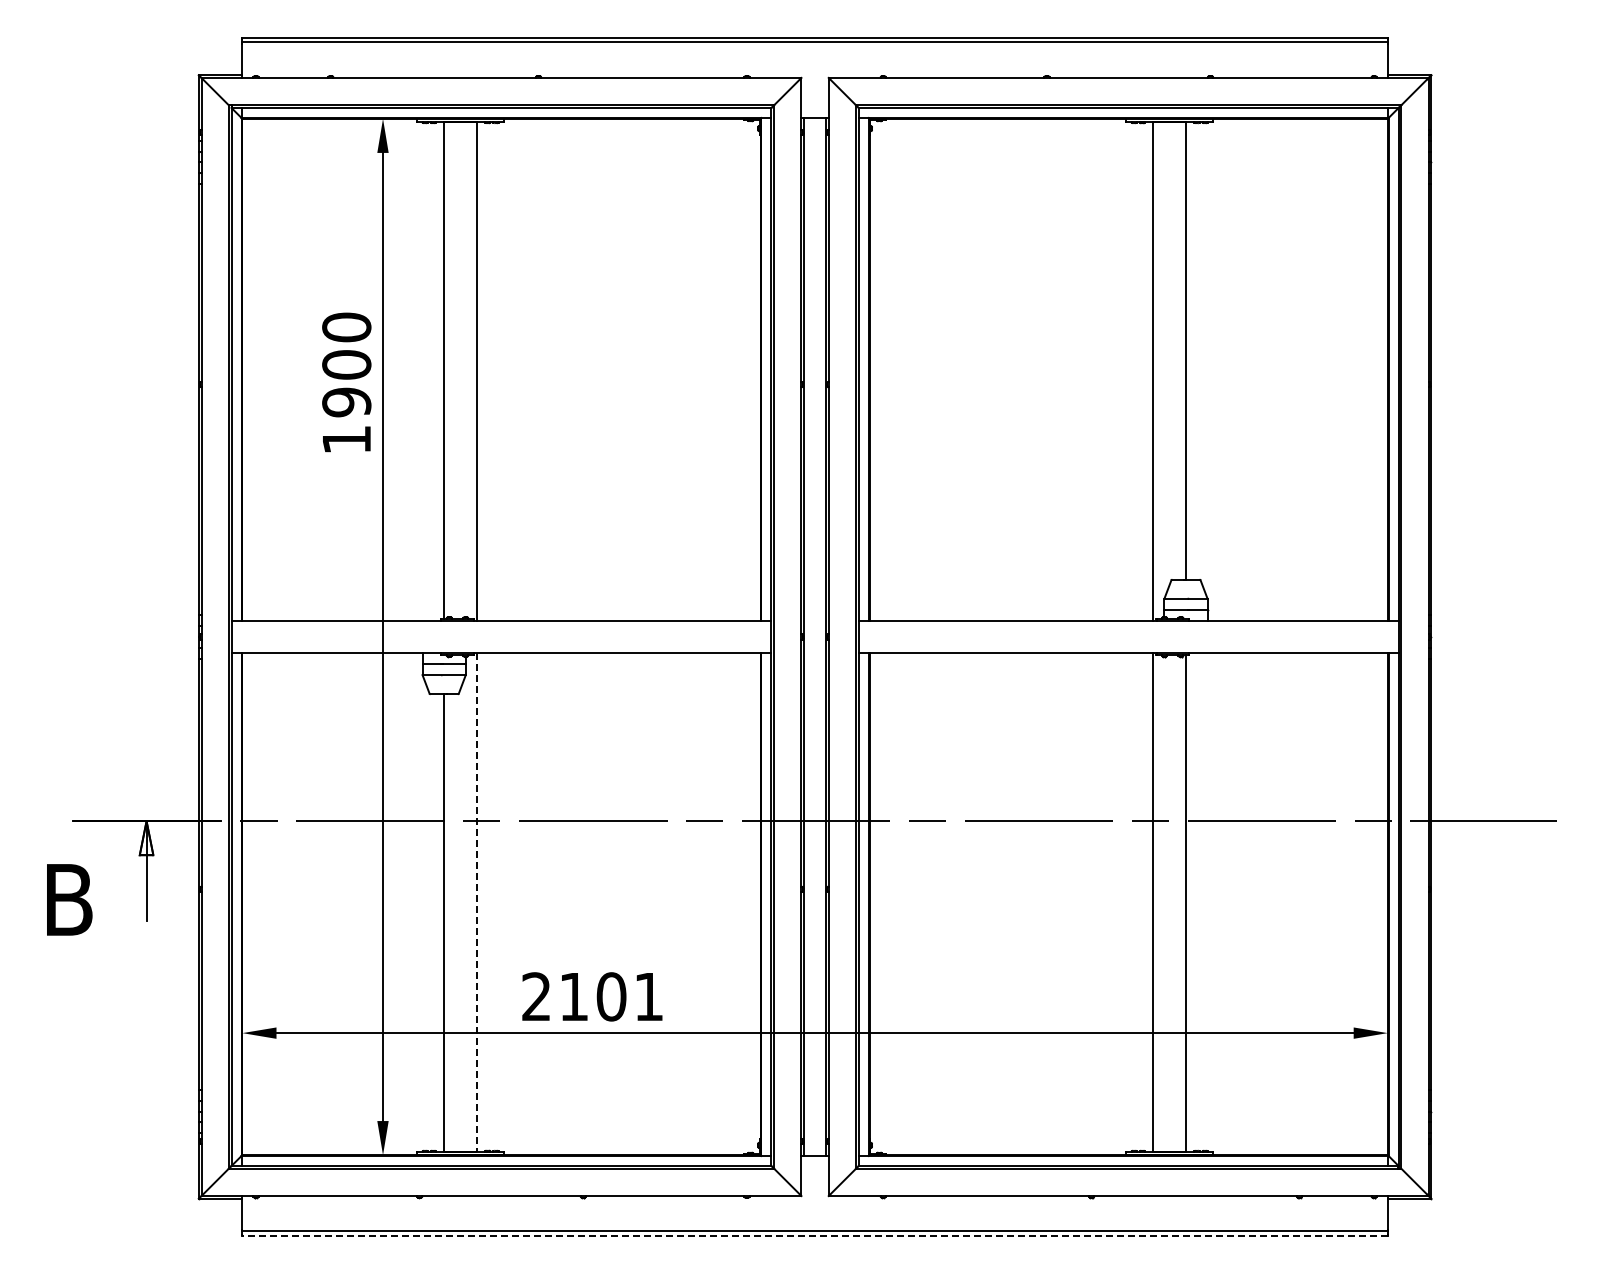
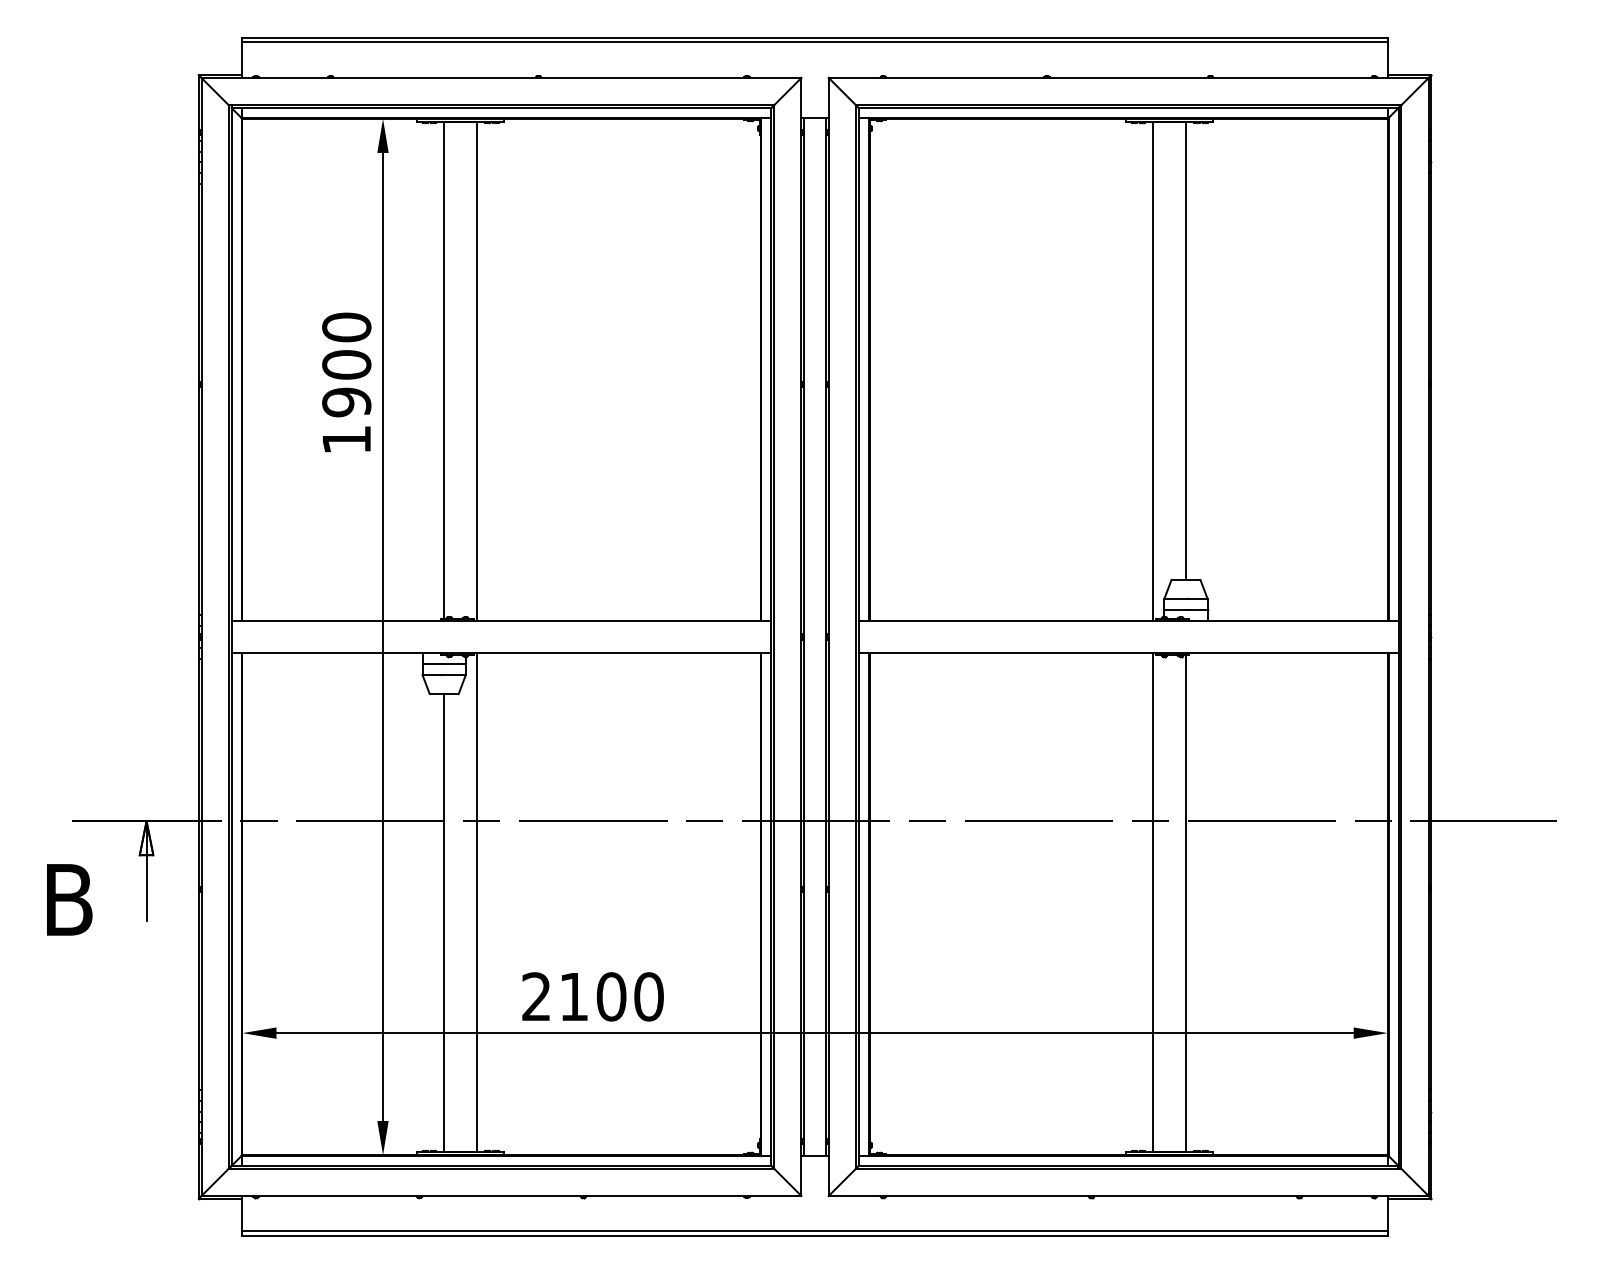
line at (476, 902): dashed -> solid
text at (648, 996): 2101 -> 2100
line at (815, 1235): dashed -> solid
